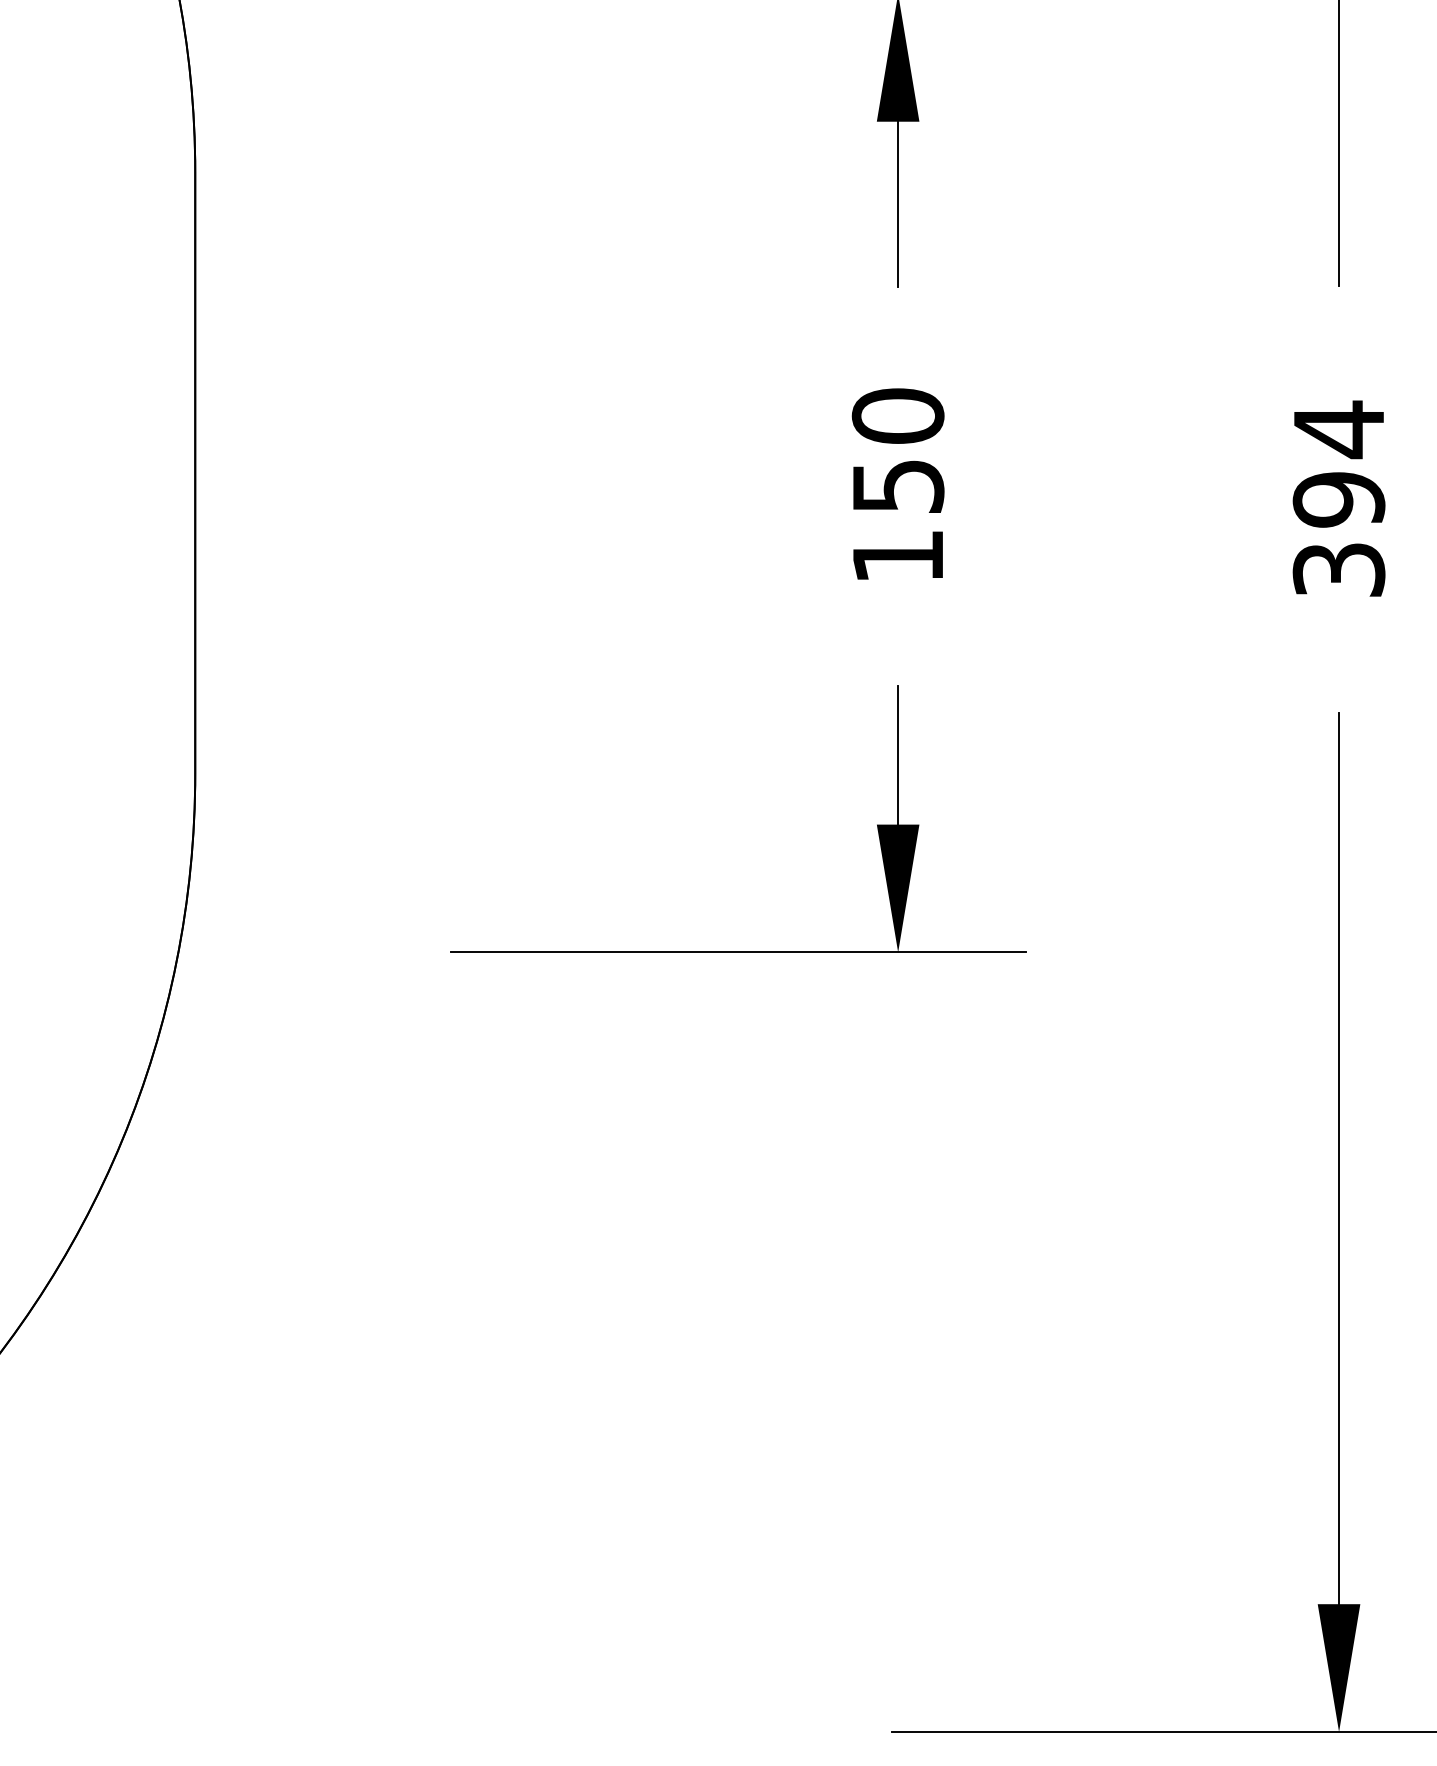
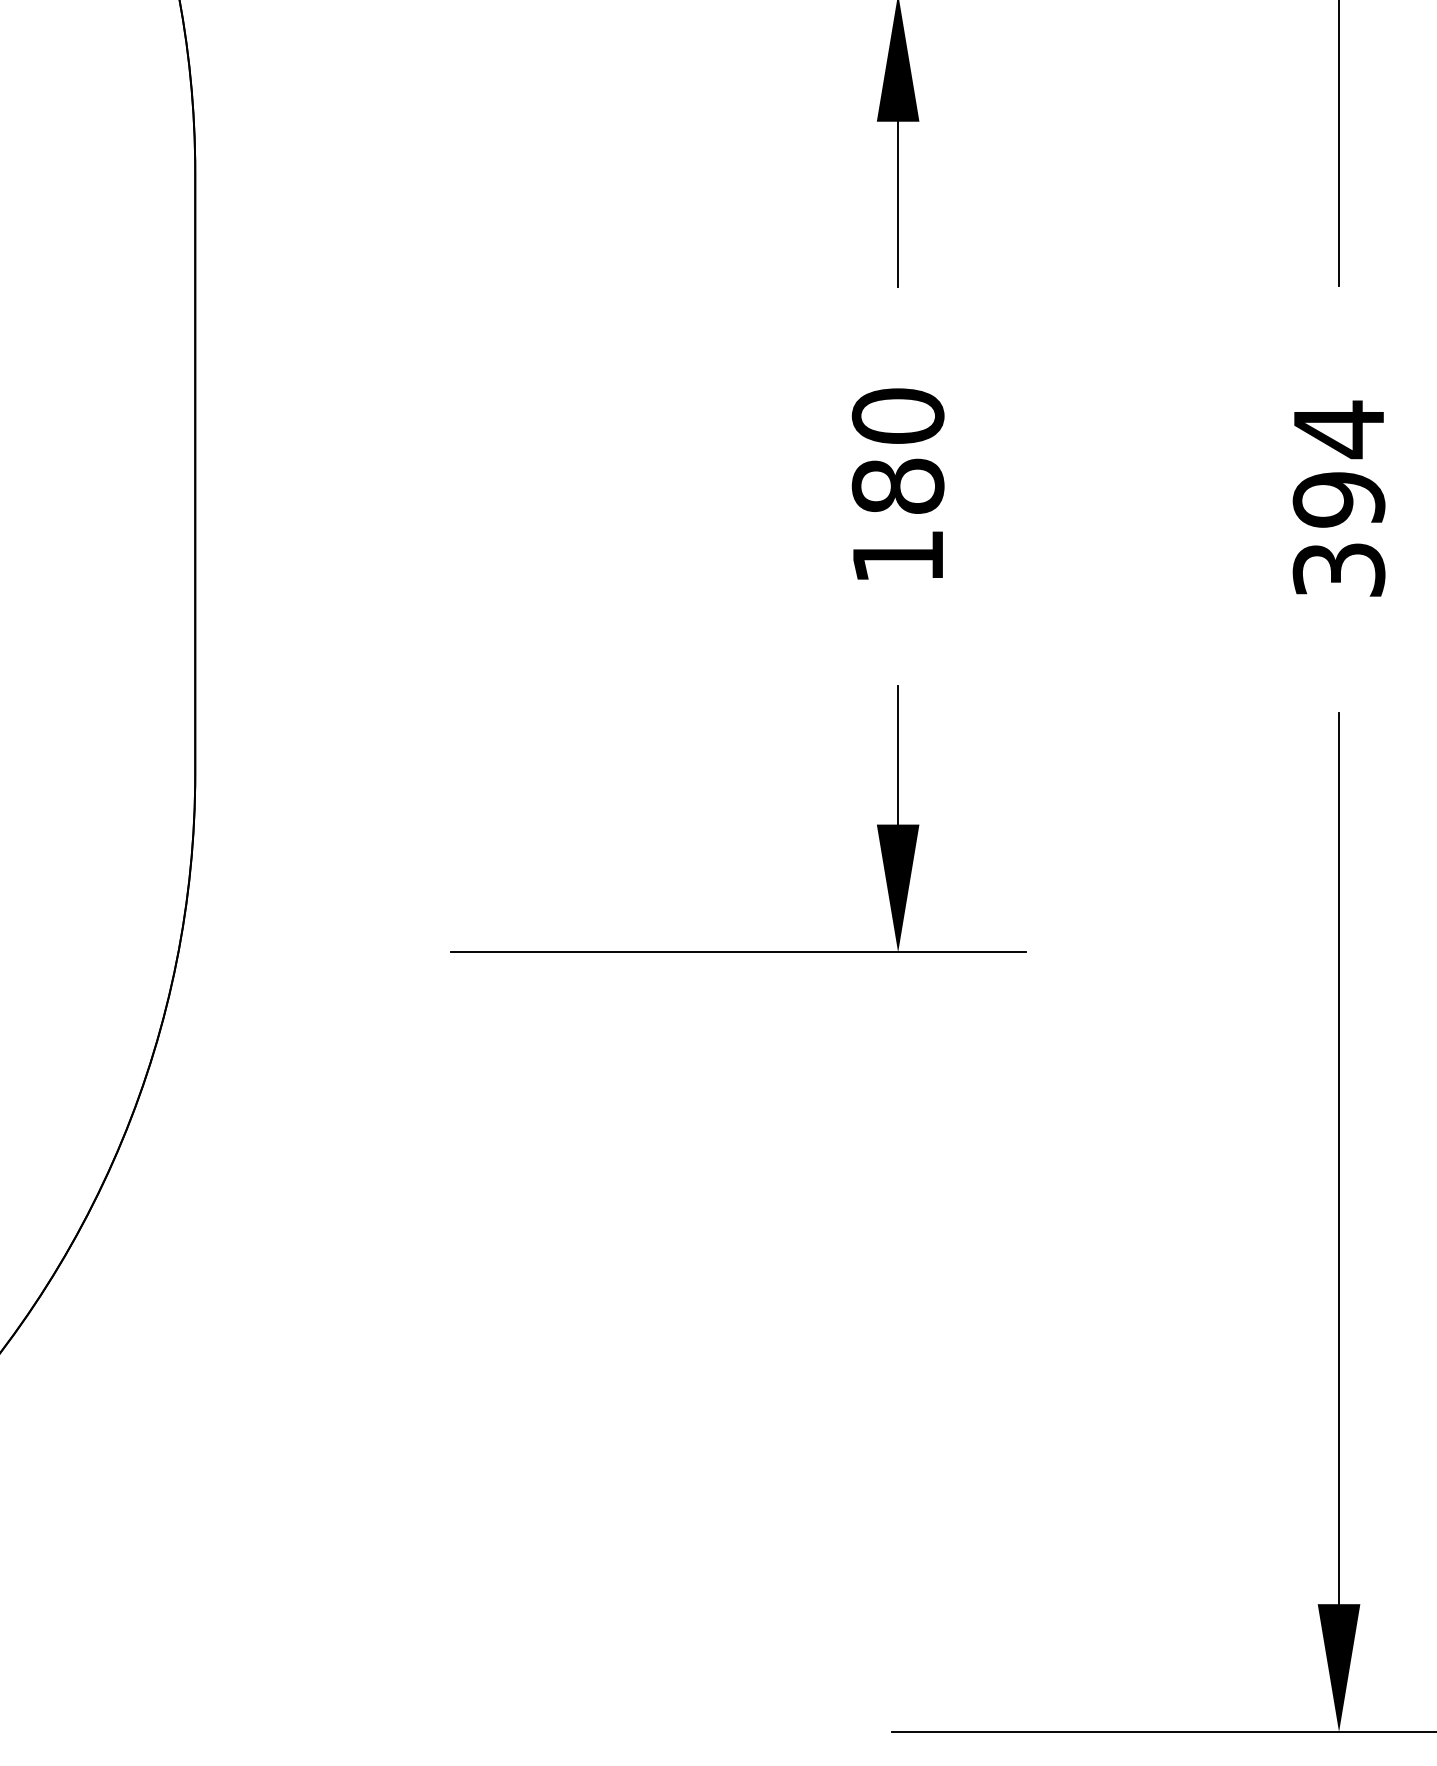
text at (897, 485): 150 -> 180
